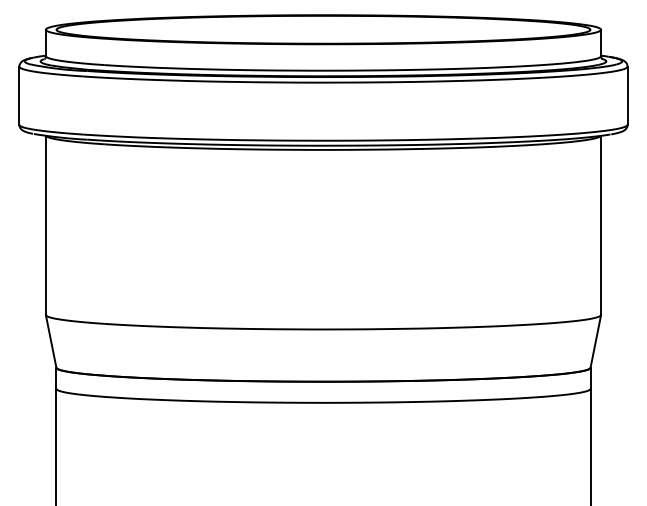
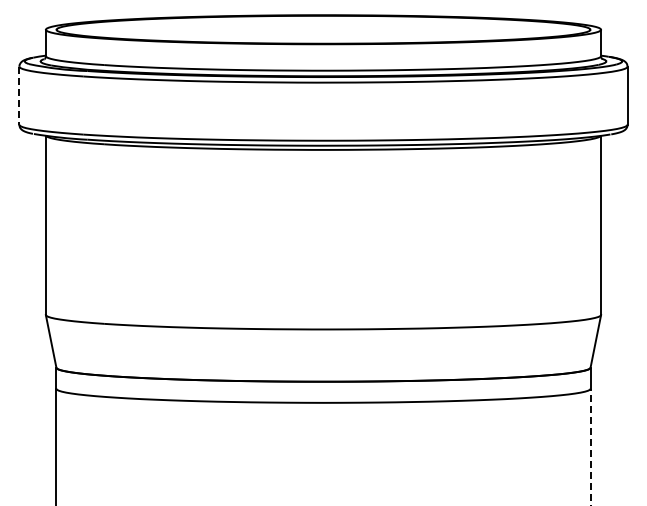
line at (19, 96): solid -> dashed
line at (590, 446): solid -> dashed
